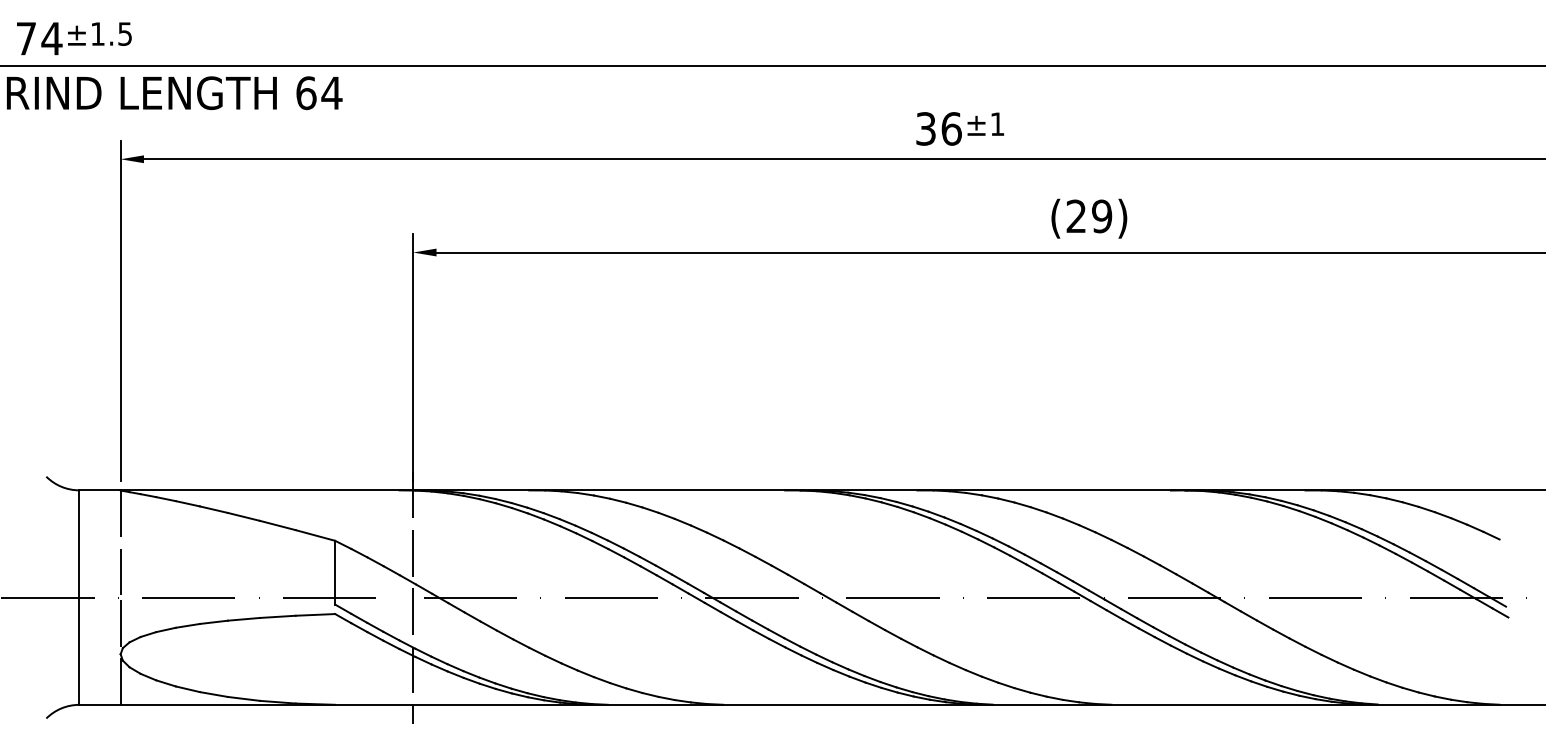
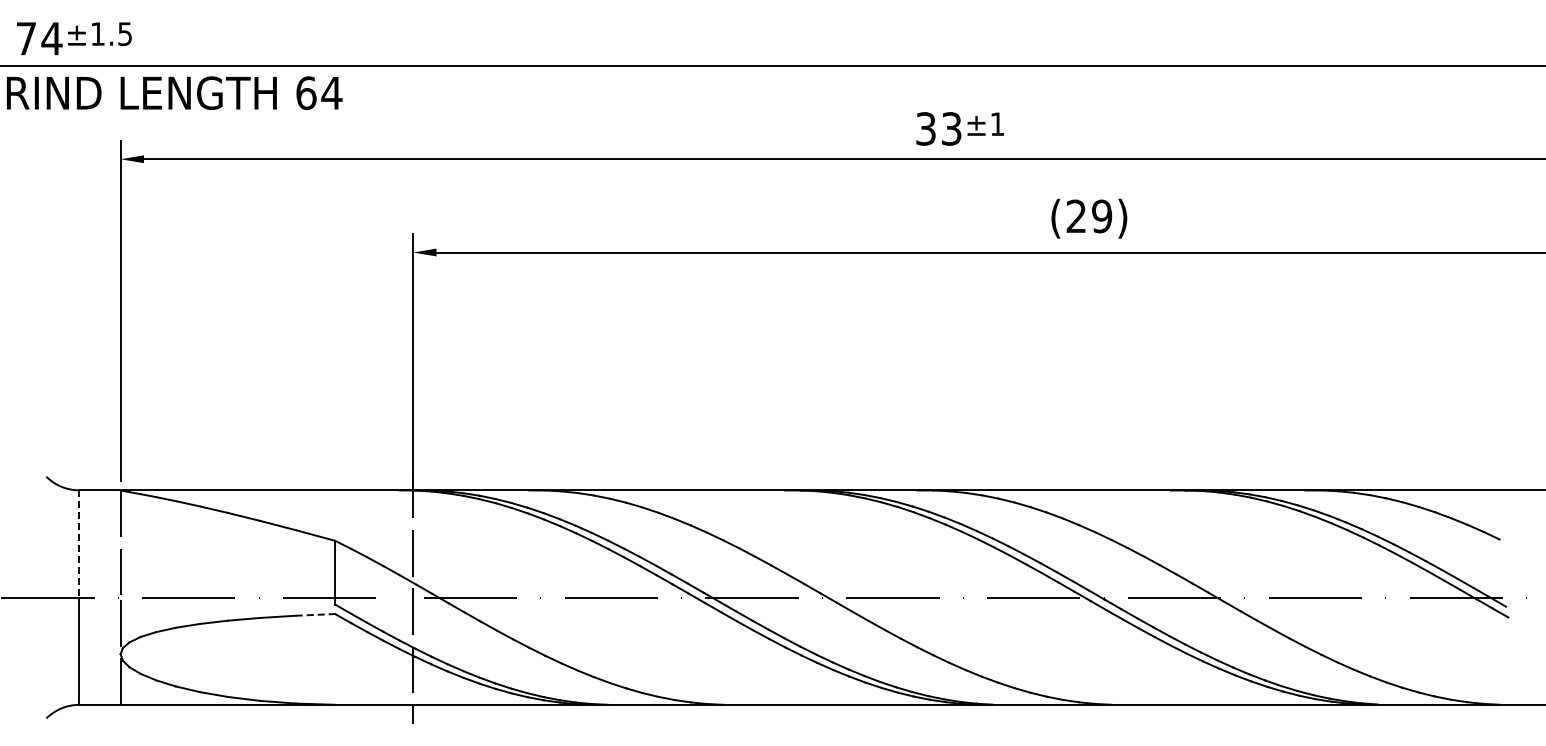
text at (951, 128): 36 -> 33
line at (79, 543): solid -> dashed
line at (315, 614): solid -> dashed
